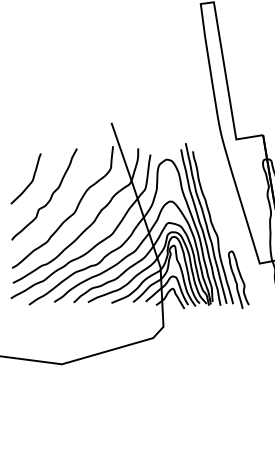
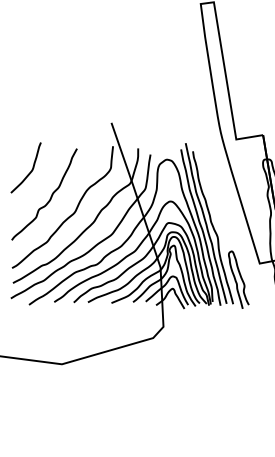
curve at (31, 180) position: (31, 180) -> (31, 169)
